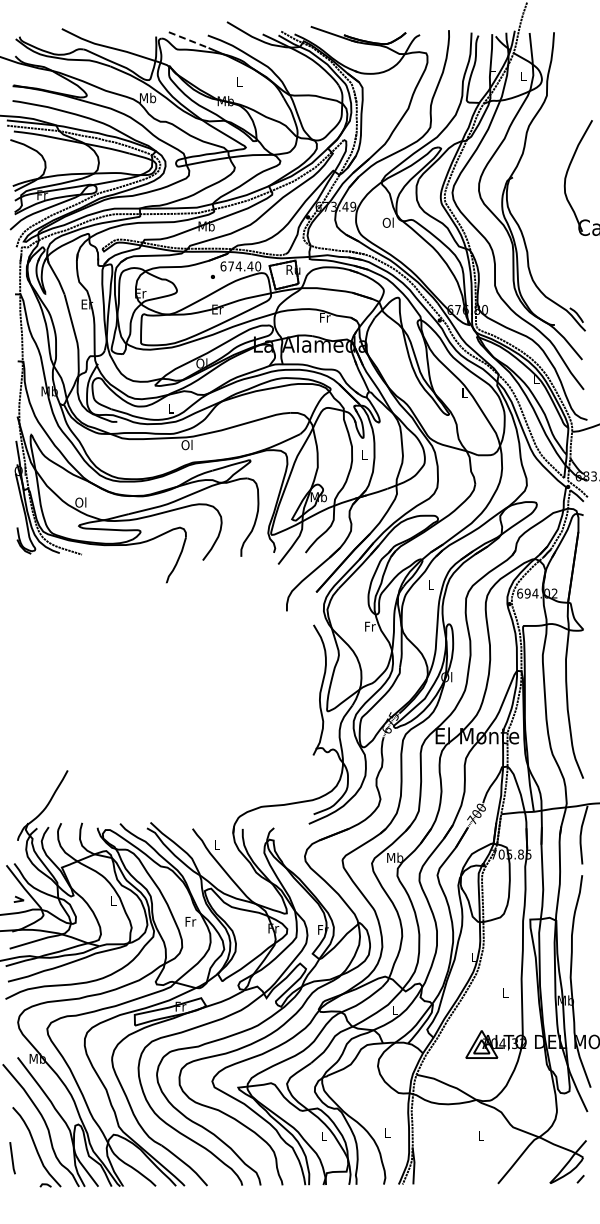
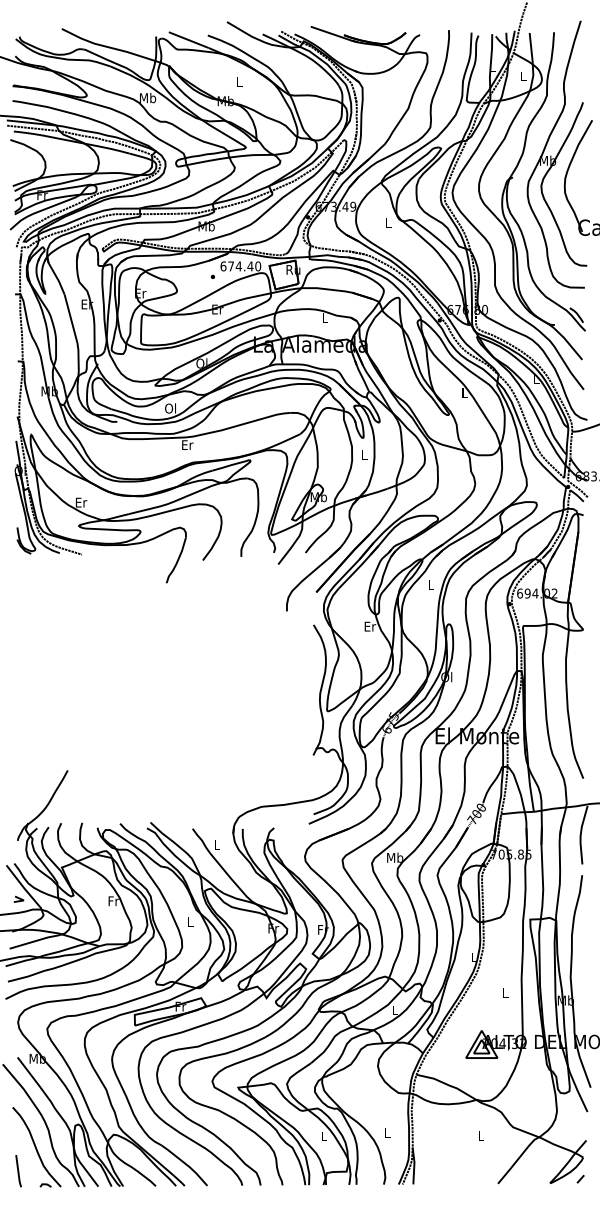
line at (189, 40): dashed -> solid
part at (556, 154): none -> present
text at (387, 222): Ol -> L
text at (325, 317): Fr -> L
text at (170, 408): L -> Ol
text at (187, 444): Ol -> Er
text at (81, 502): Ol -> Er
text at (370, 626): Fr -> Er
text at (113, 901): L -> Fr
text at (190, 921): Fr -> L
line at (12, 1158) position: (12, 1158) -> (18, 1171)
